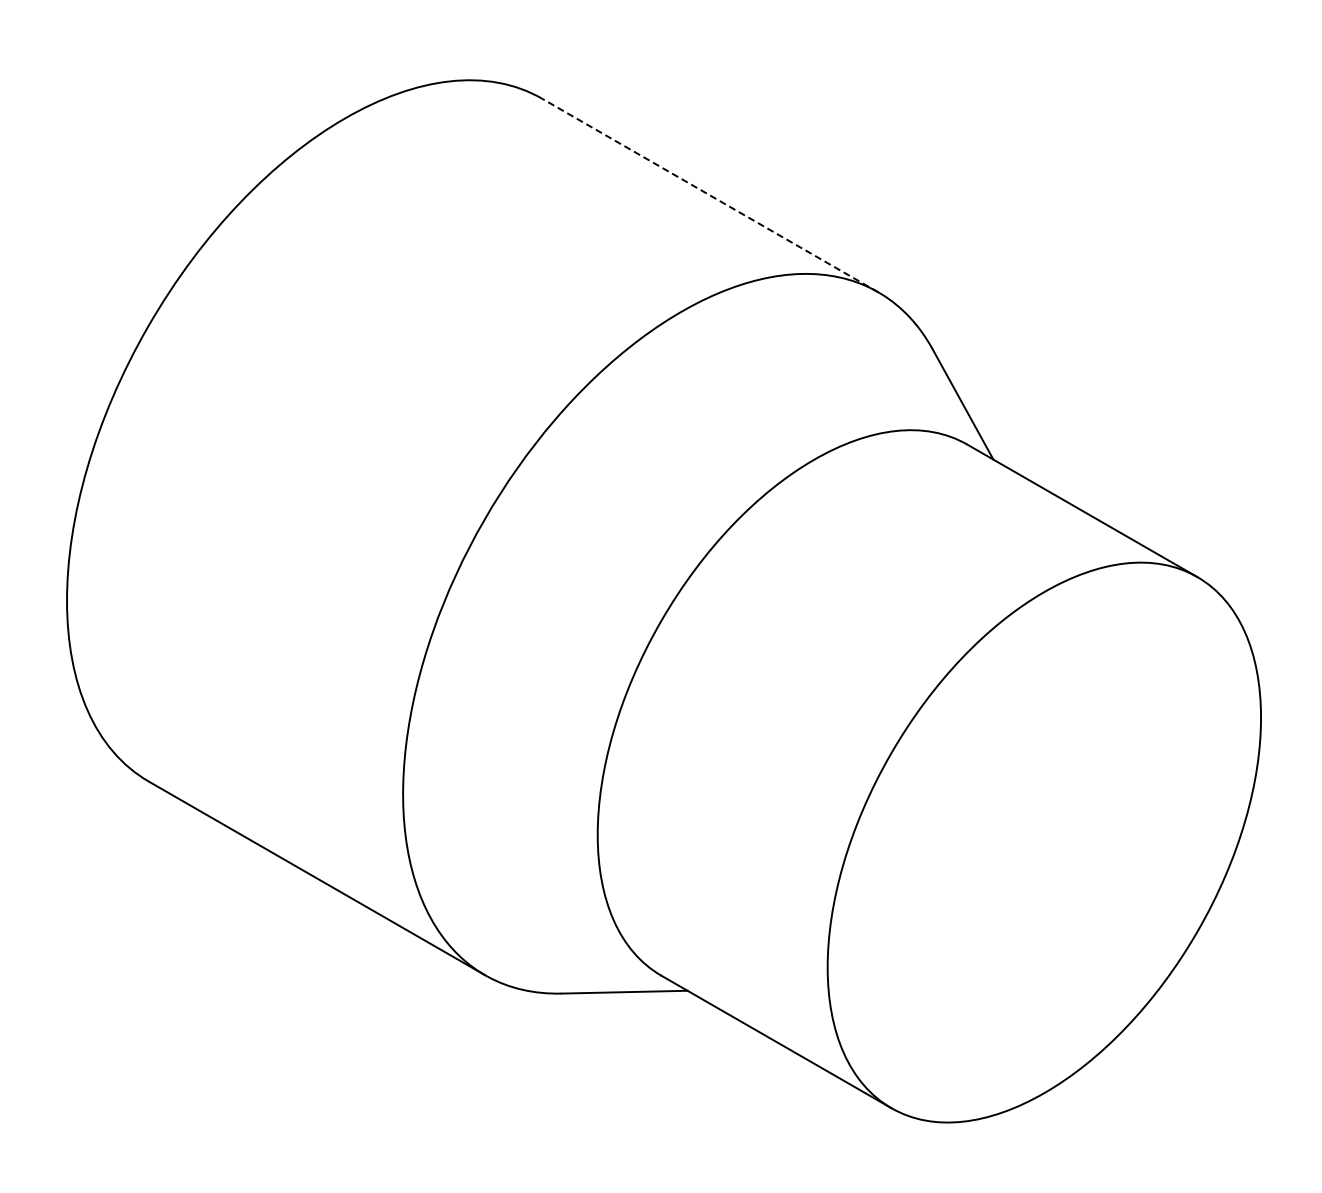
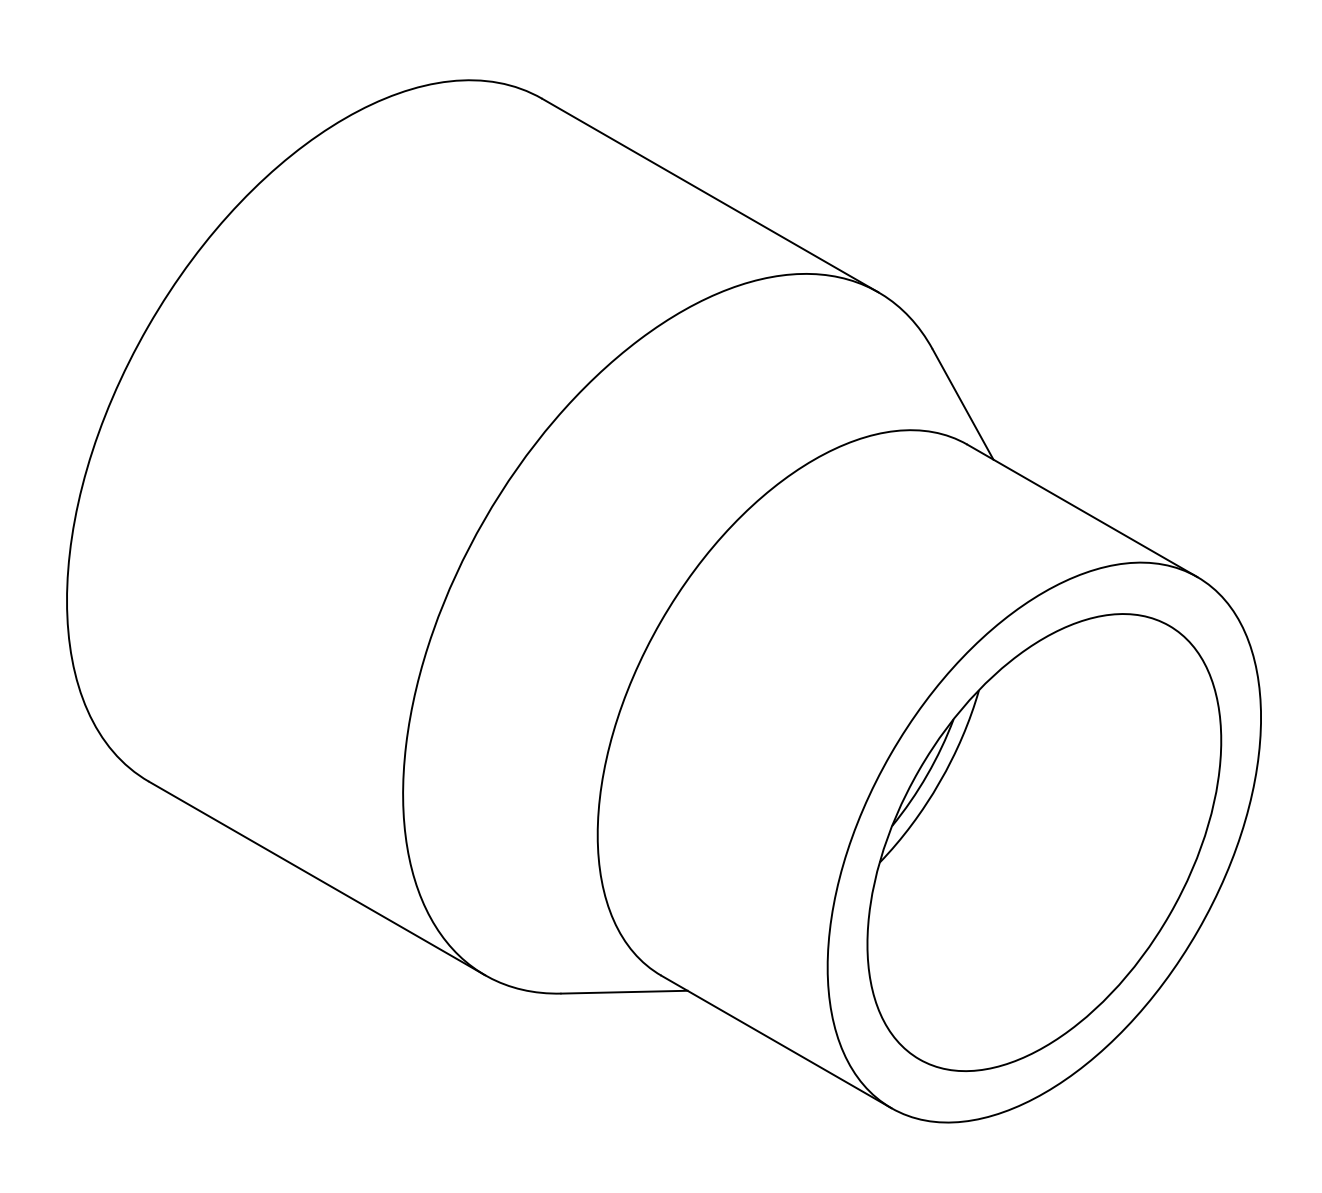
line at (710, 195): dashed -> solid
part at (1044, 842): none -> present
